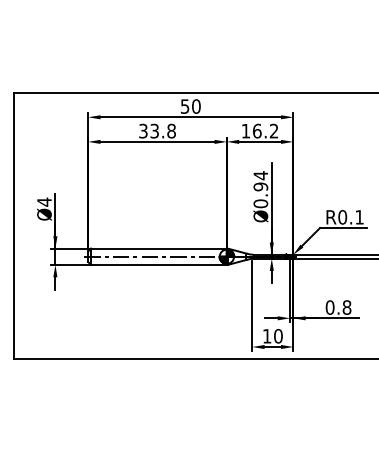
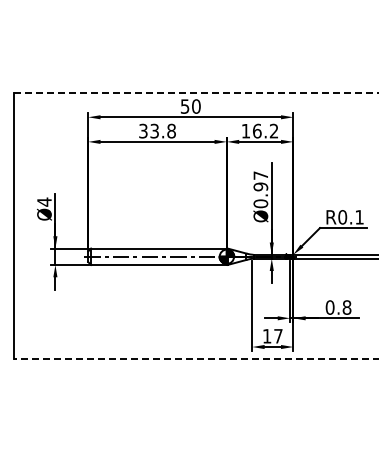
line at (196, 92): solid -> dashed
text at (260, 175): Ø0.94 -> Ø0.97
text at (278, 335): 10 -> 17
line at (195, 359): solid -> dashed
